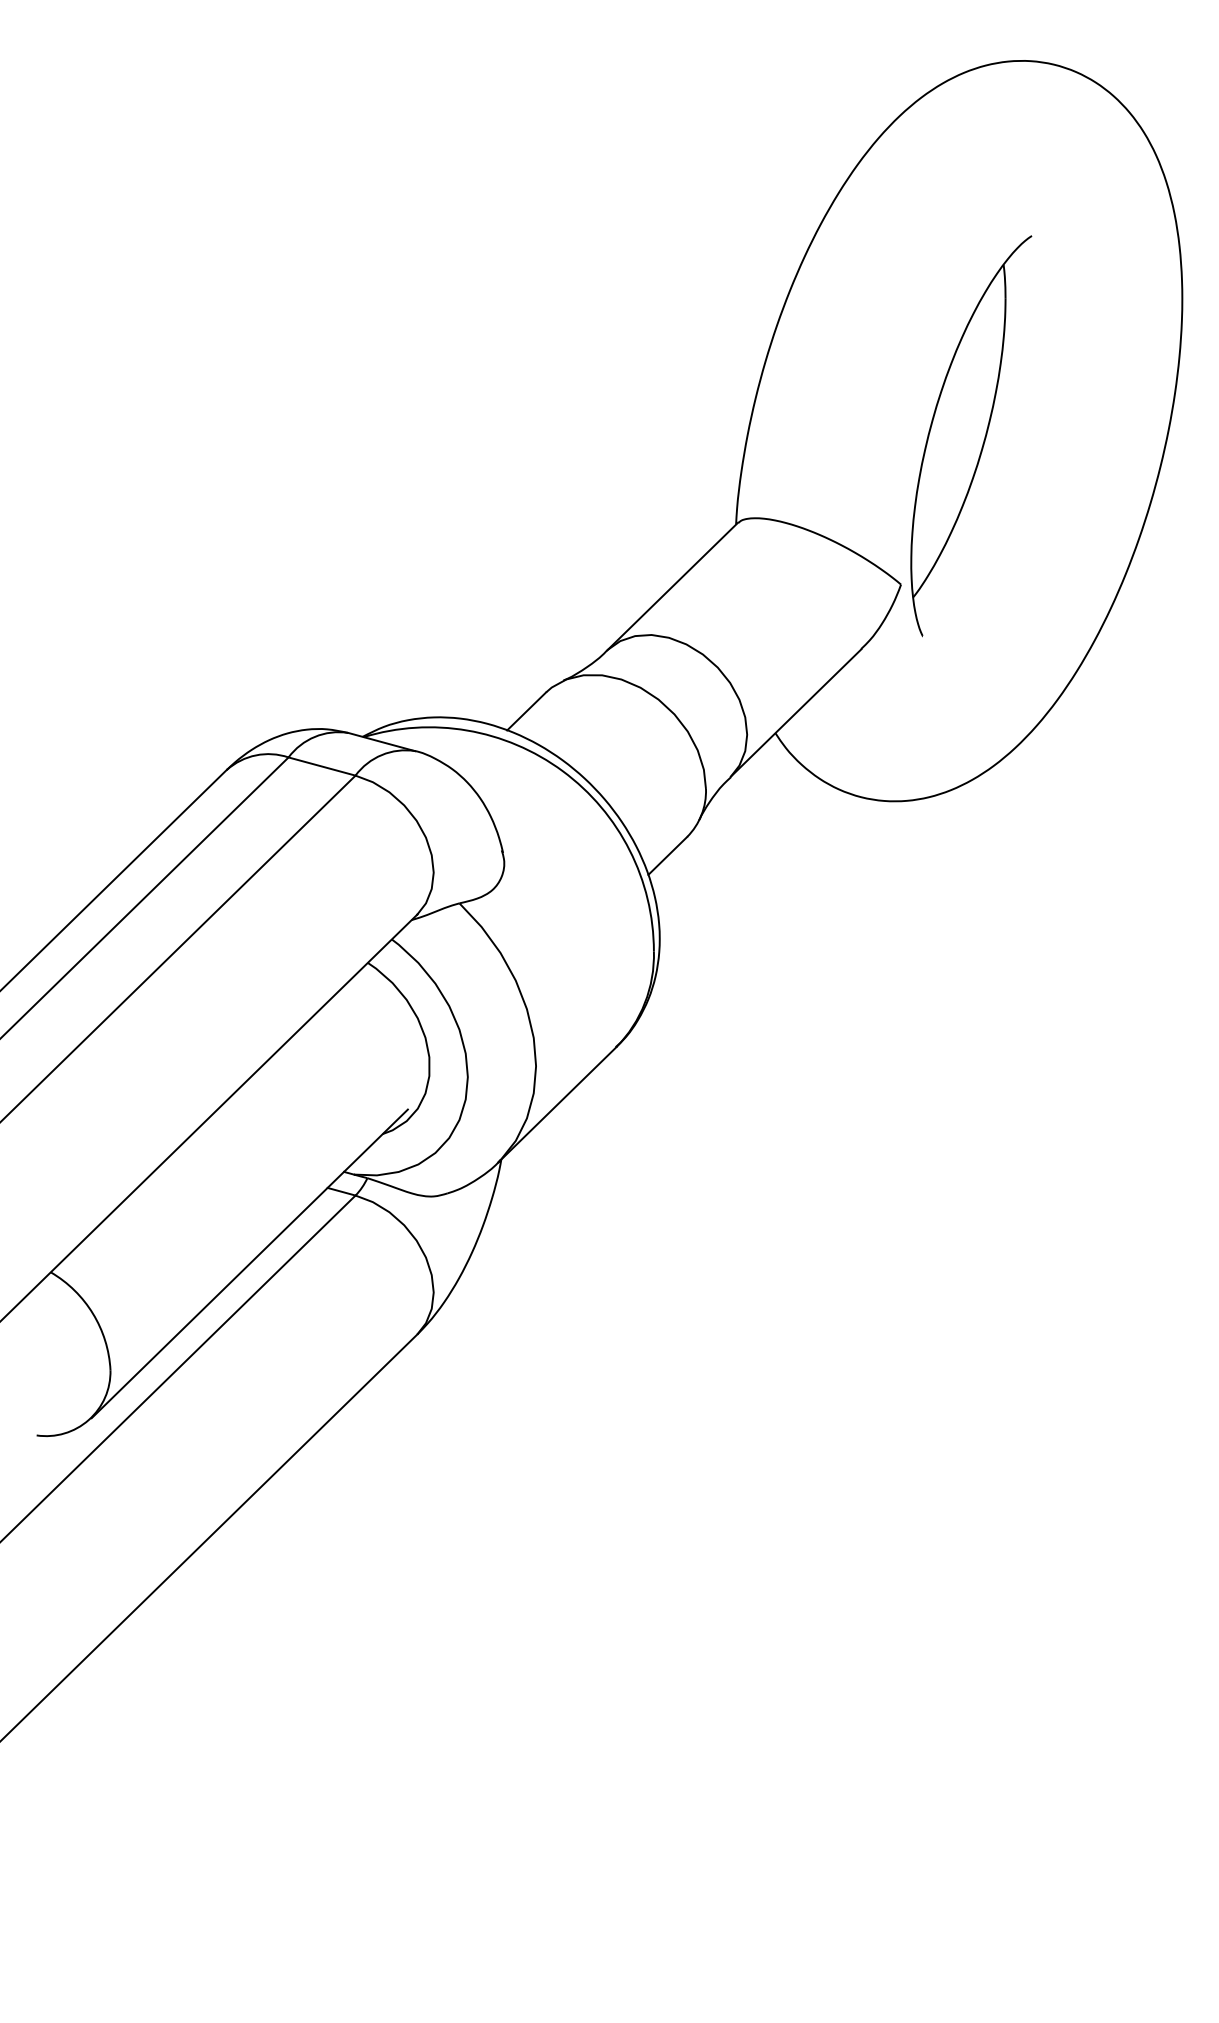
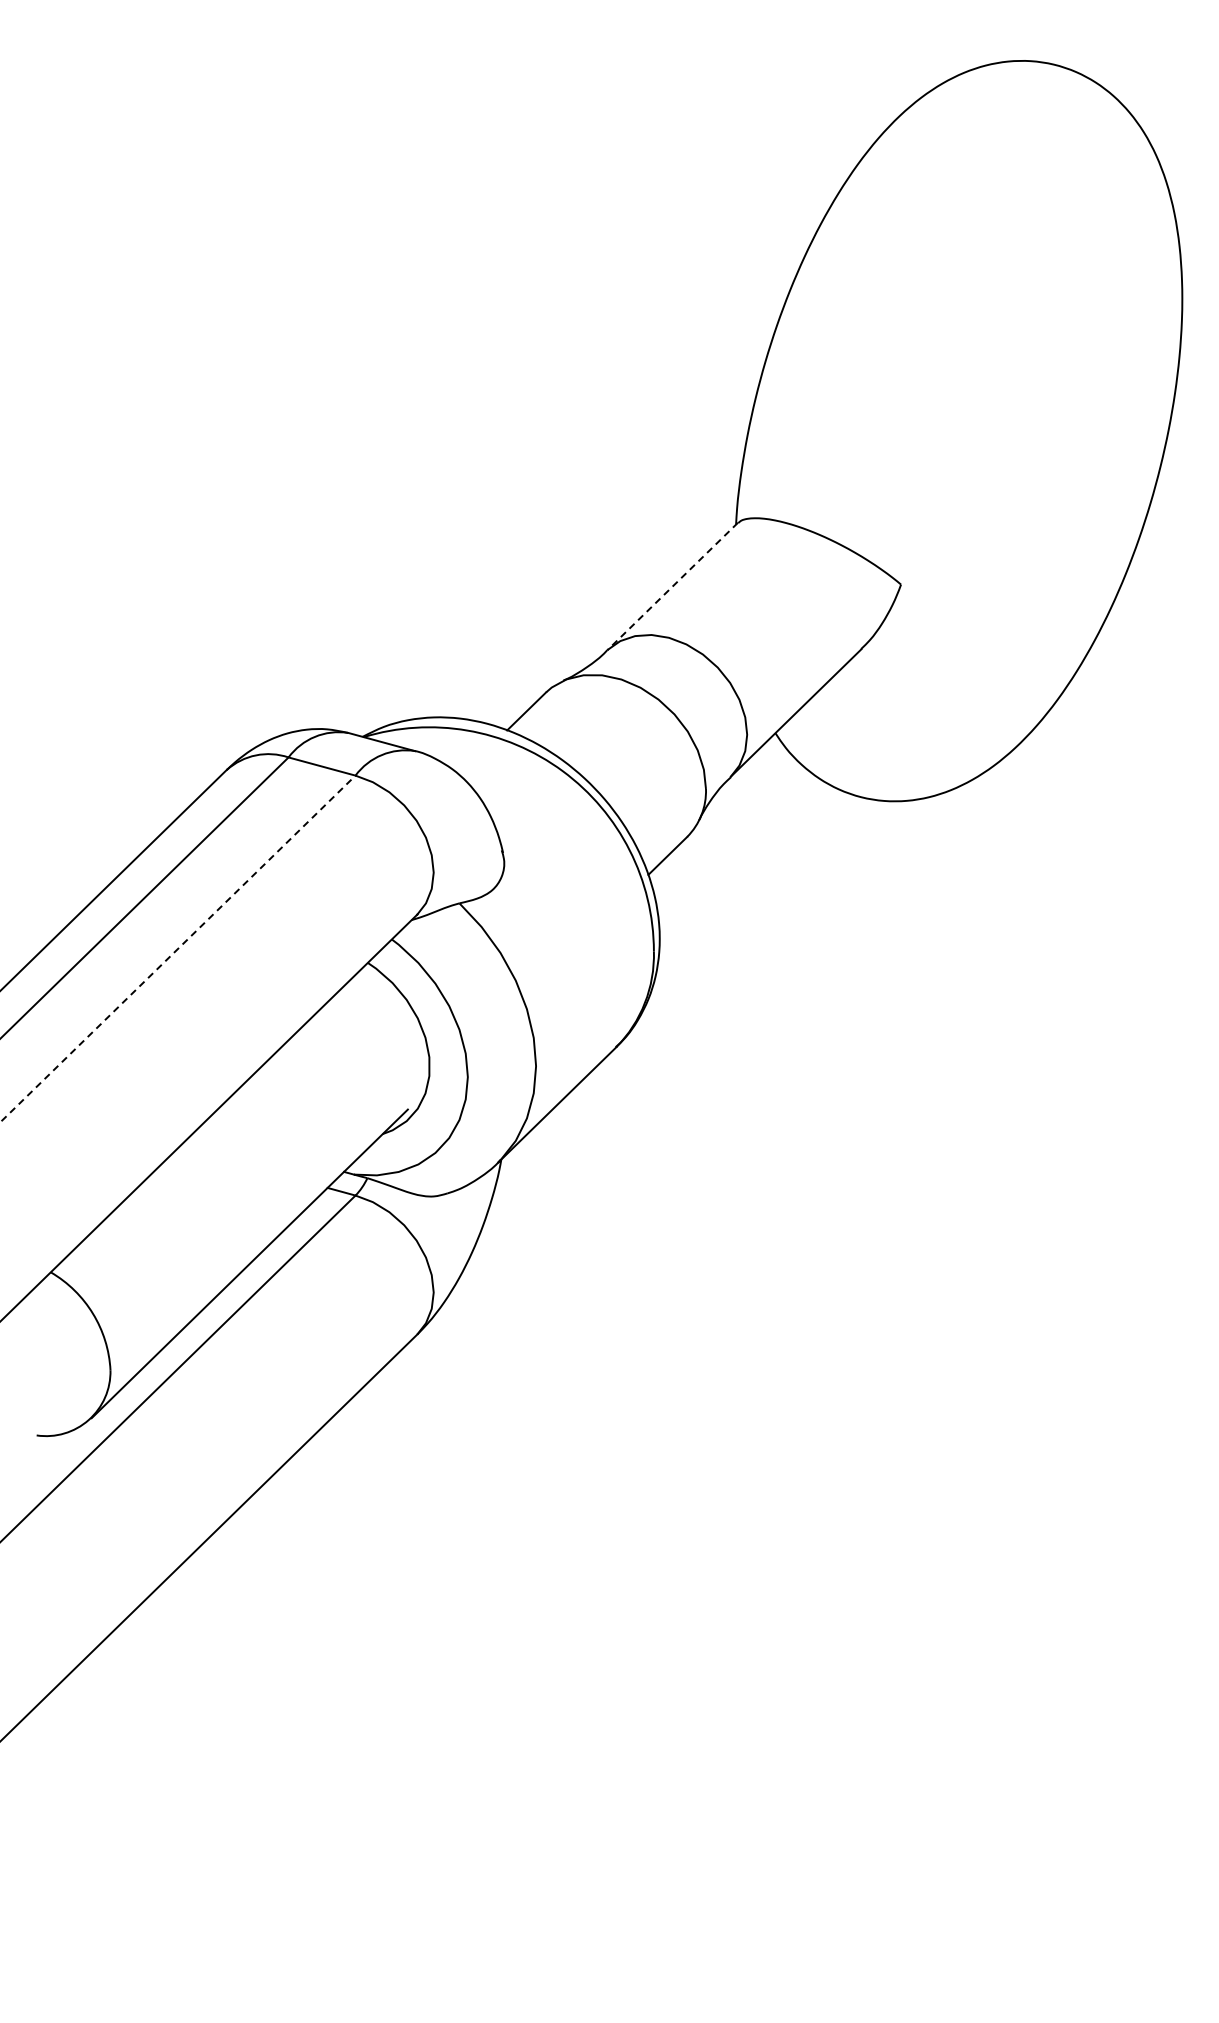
part at (971, 436): present -> none
line at (672, 586): solid -> dashed
line at (178, 948): solid -> dashed
